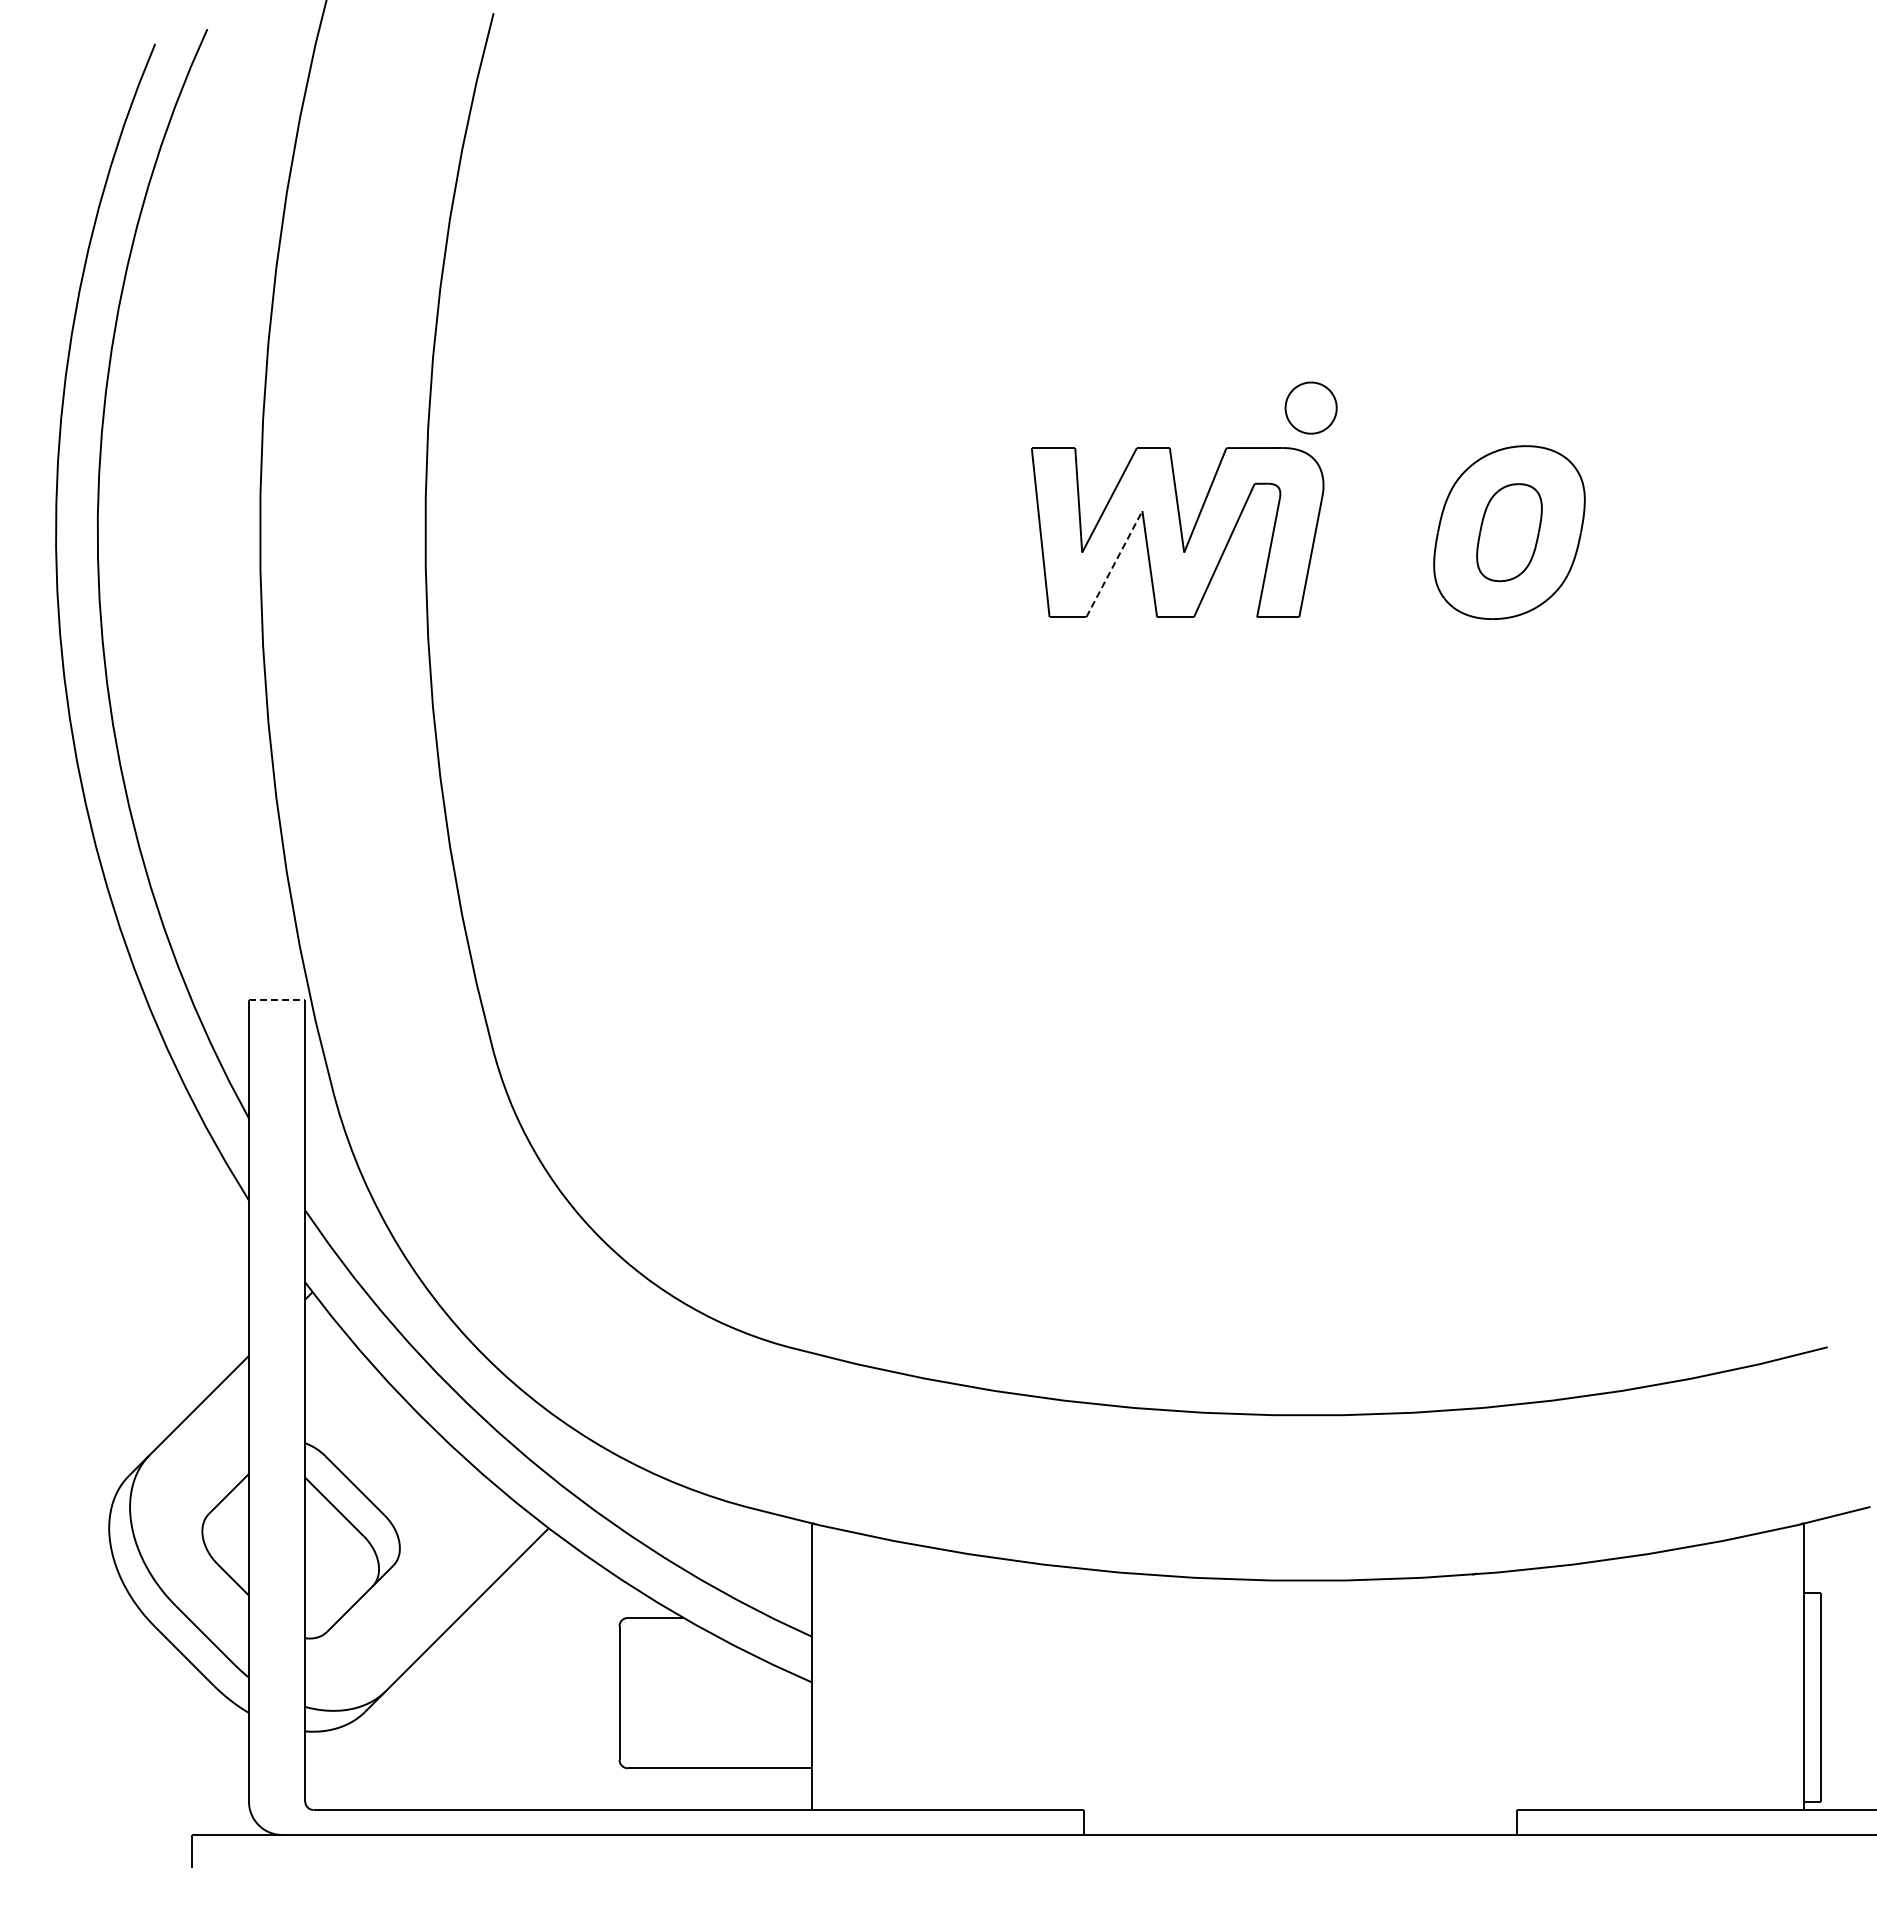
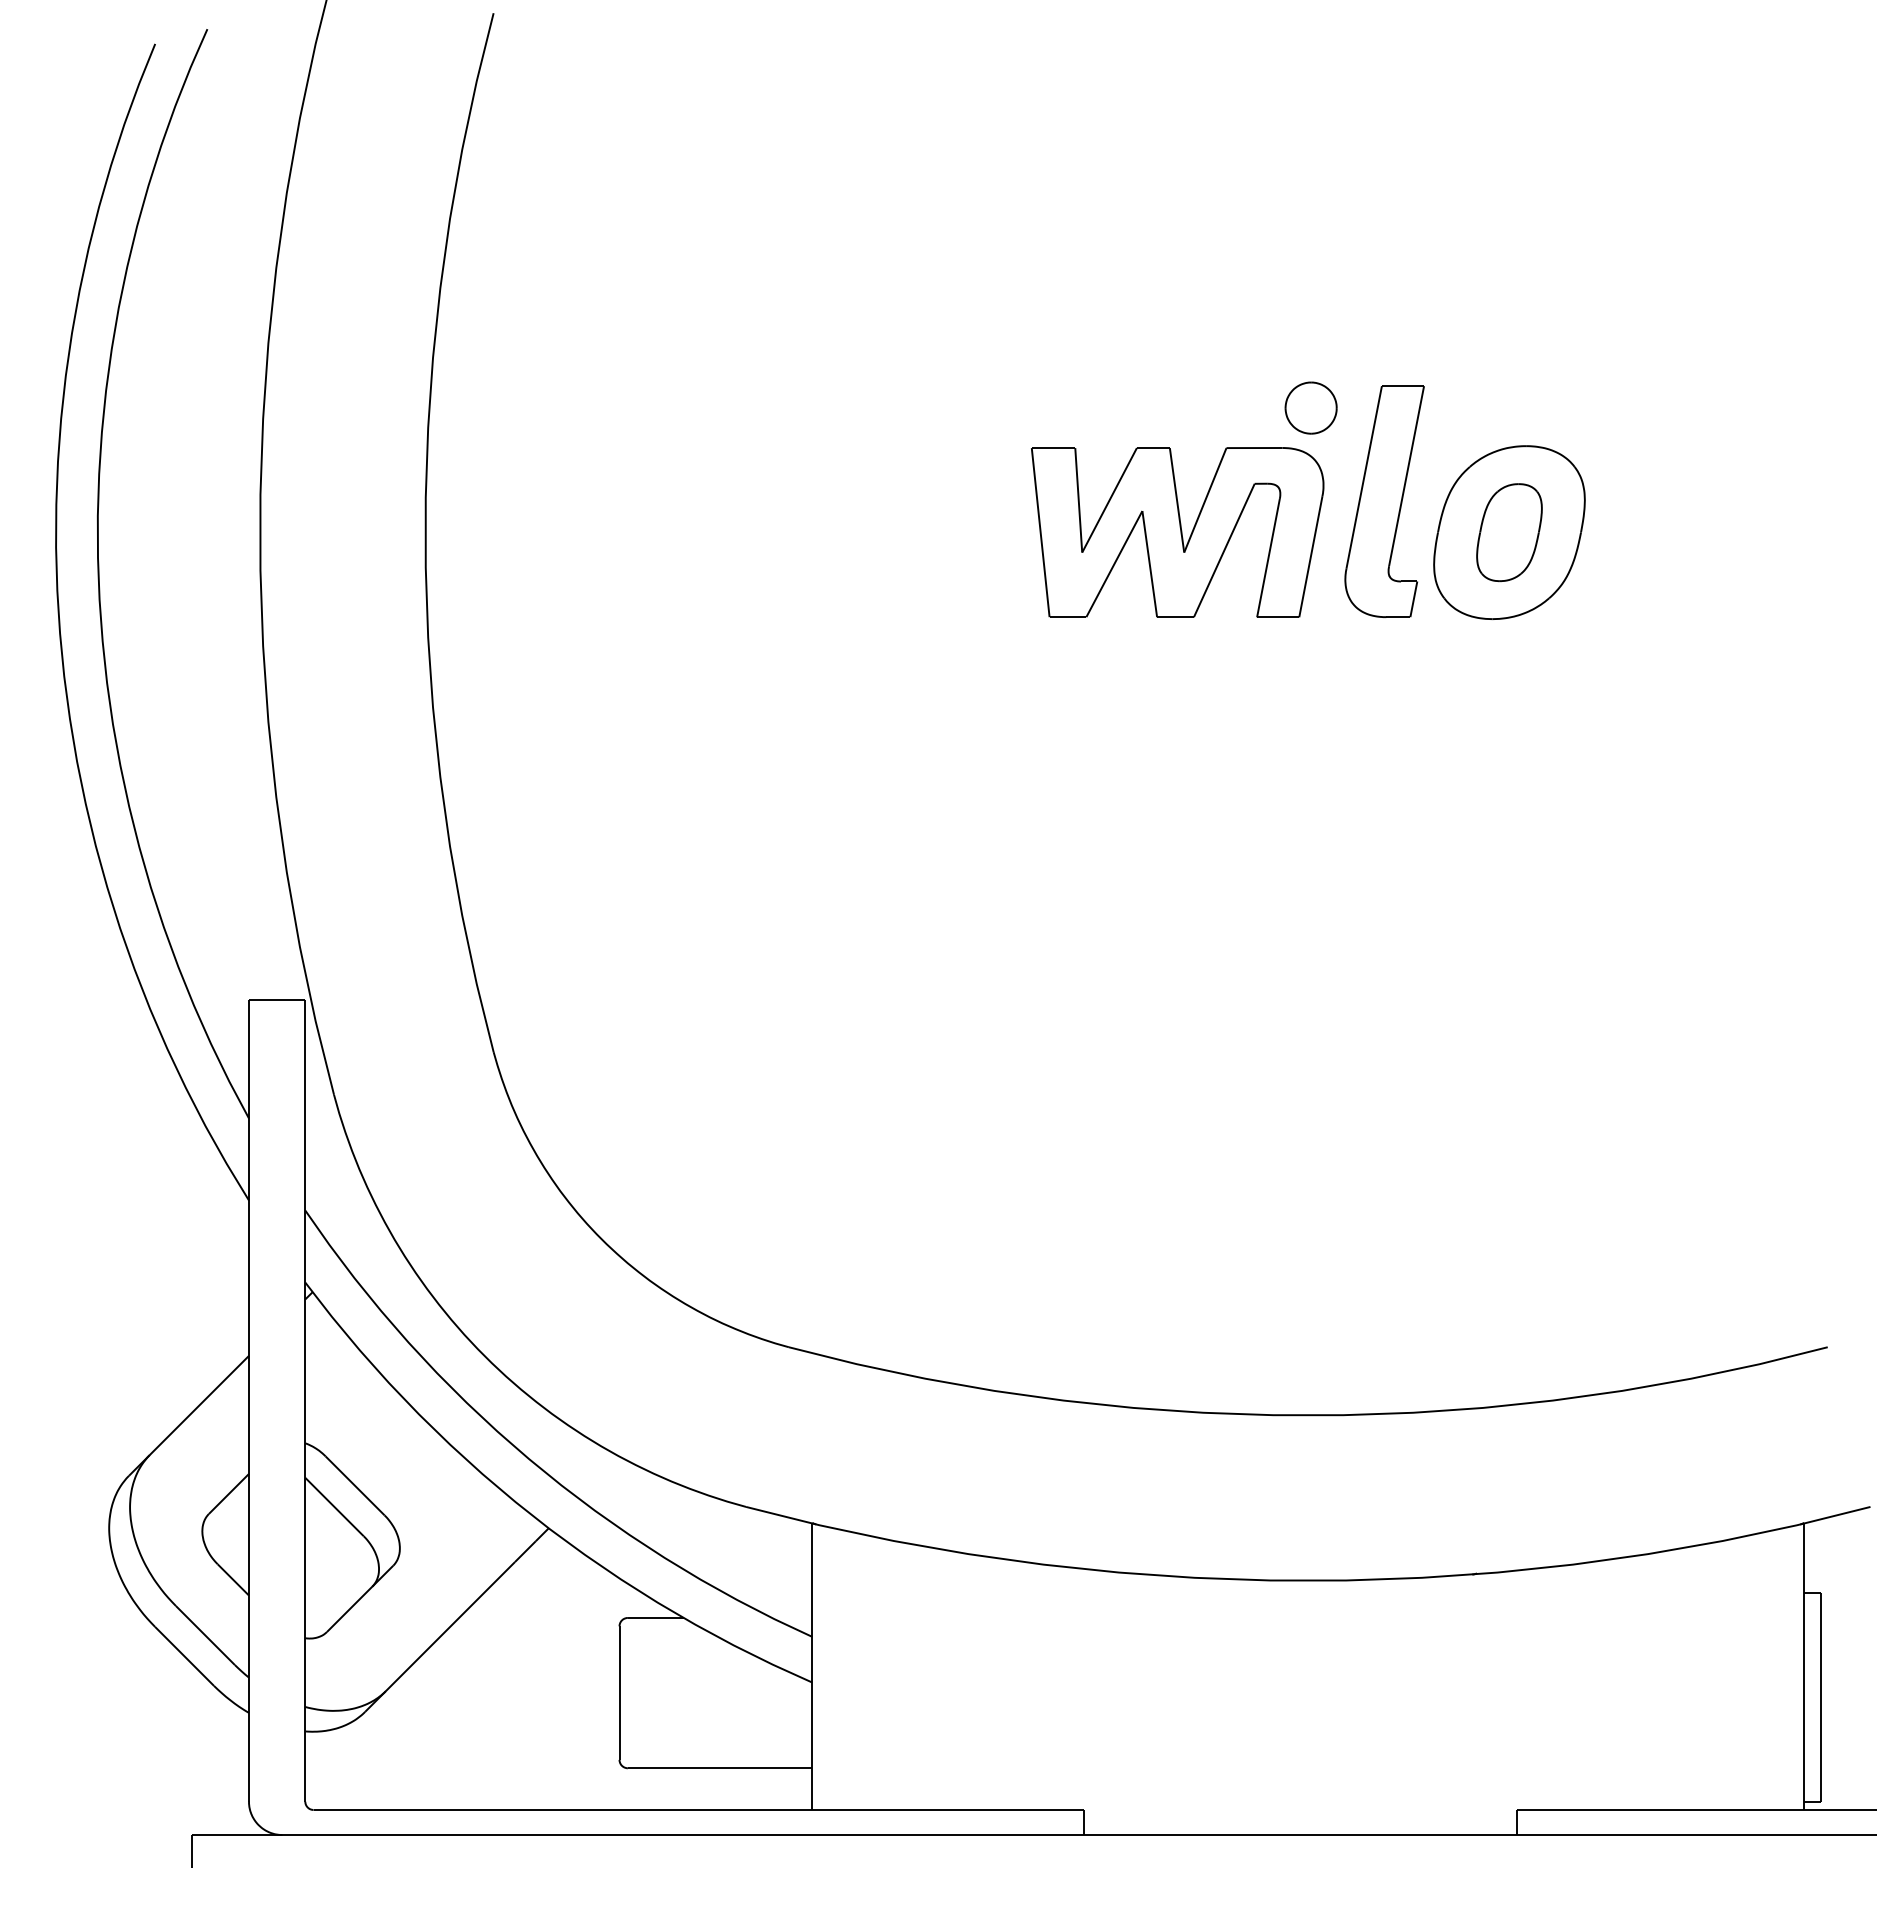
part at (1384, 501): none -> present
line at (1114, 564): dashed -> solid
line at (277, 1000): dashed -> solid
